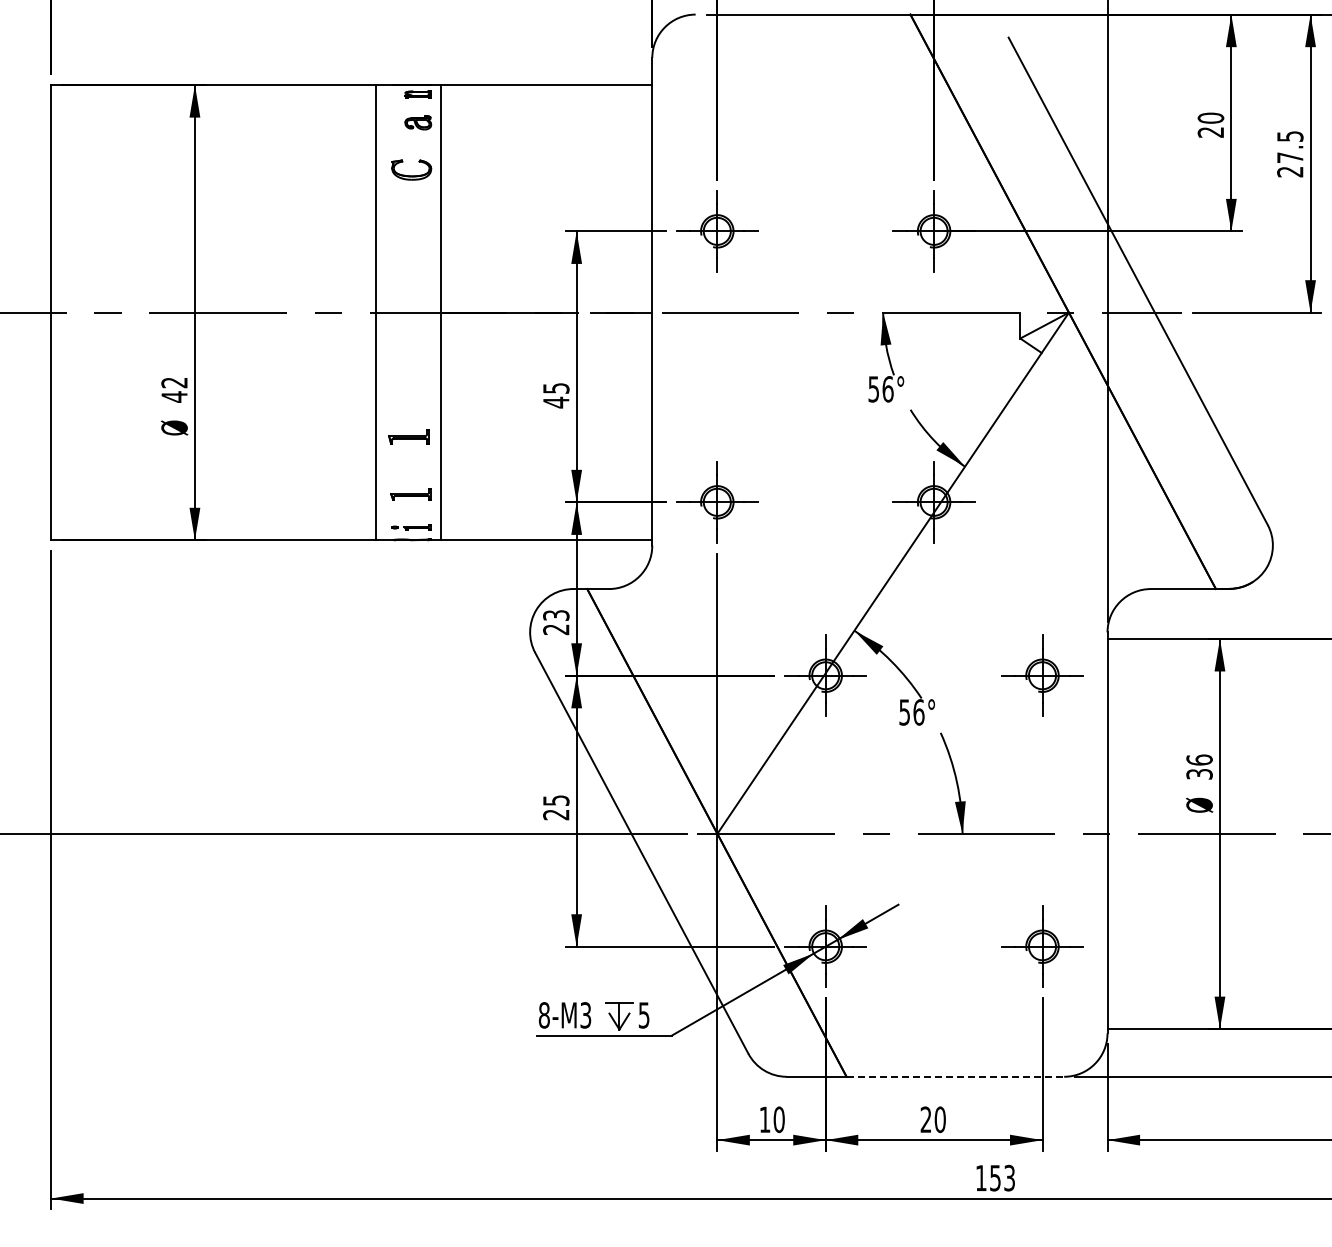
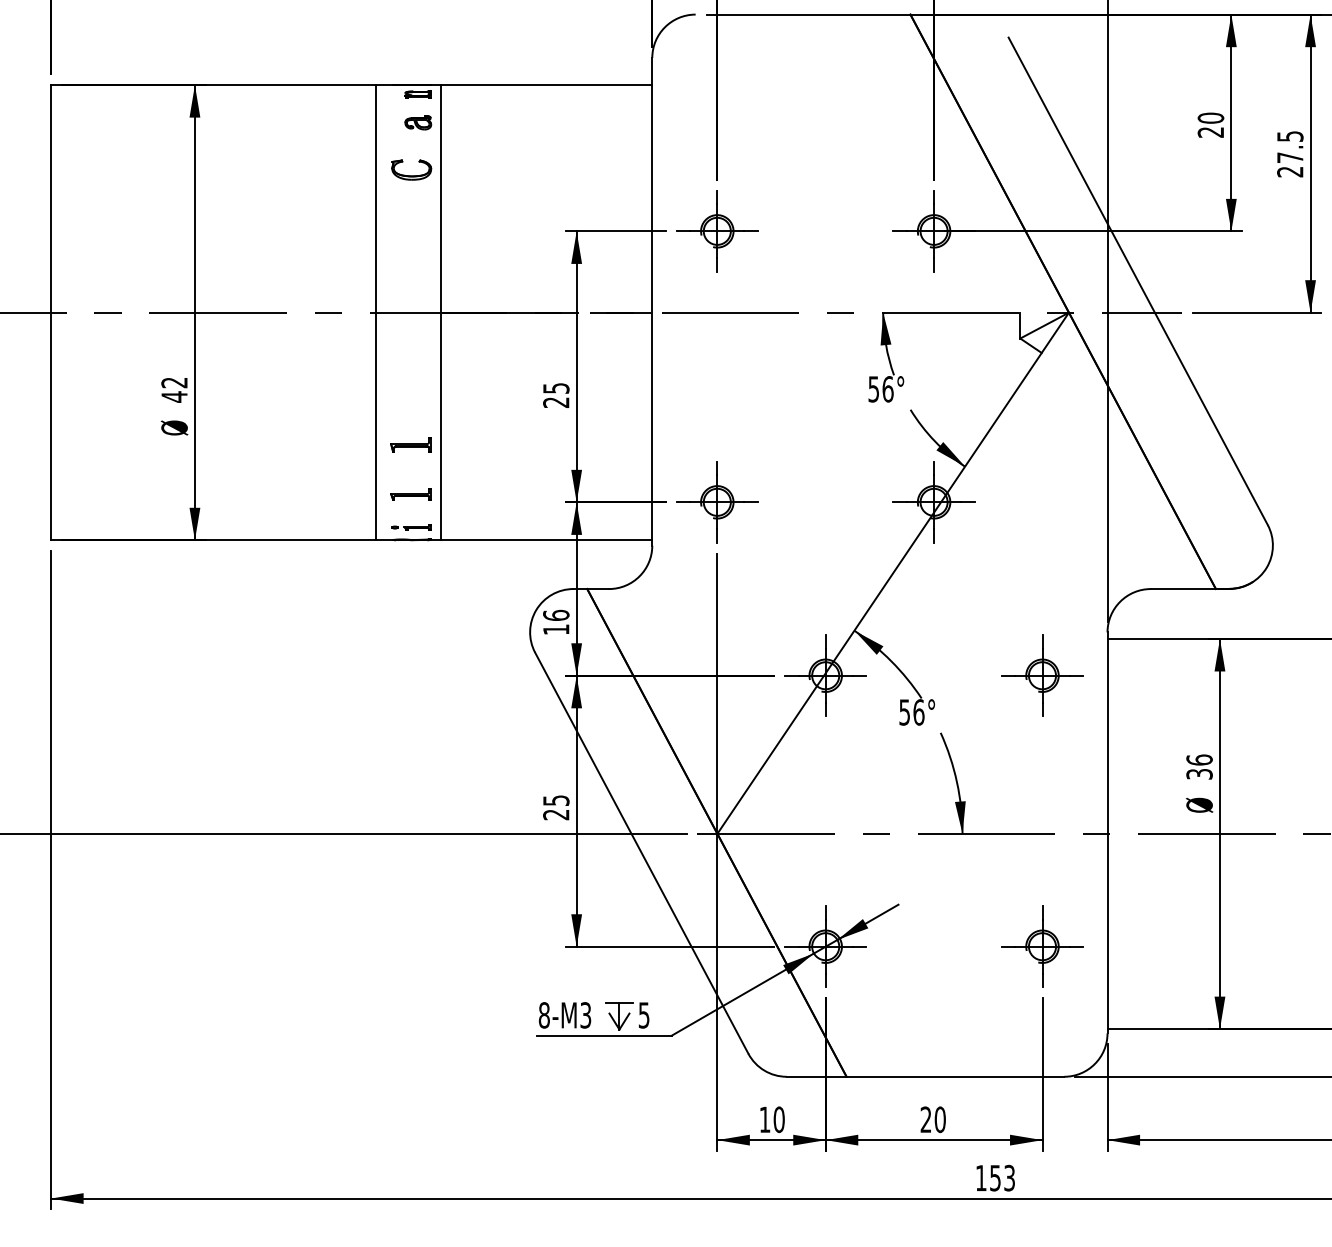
text at (556, 402): 45 -> 25
part at (408, 436) position: (408, 436) -> (410, 444)
text at (556, 622): 23 -> 16
line at (955, 1076): dashed -> solid
